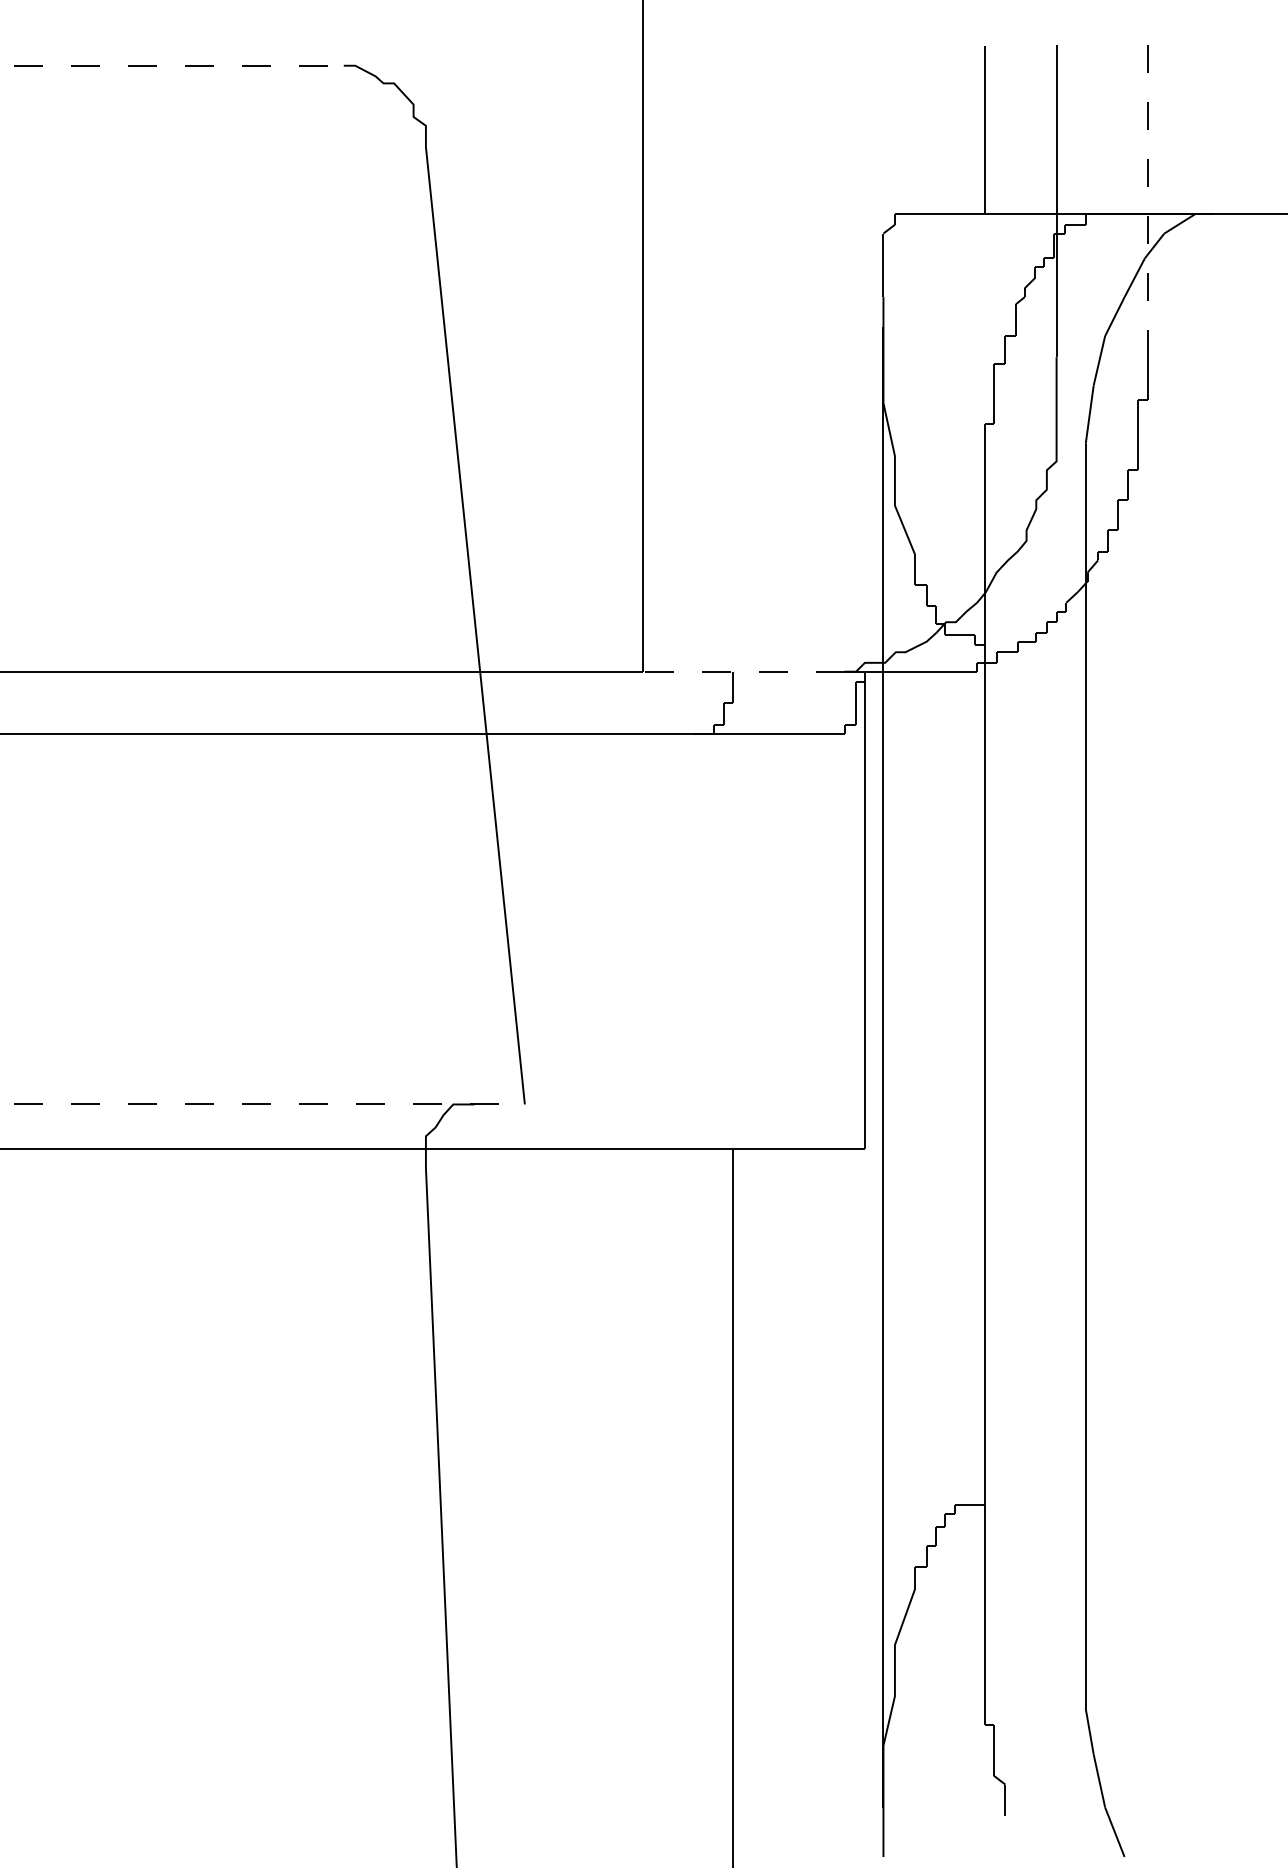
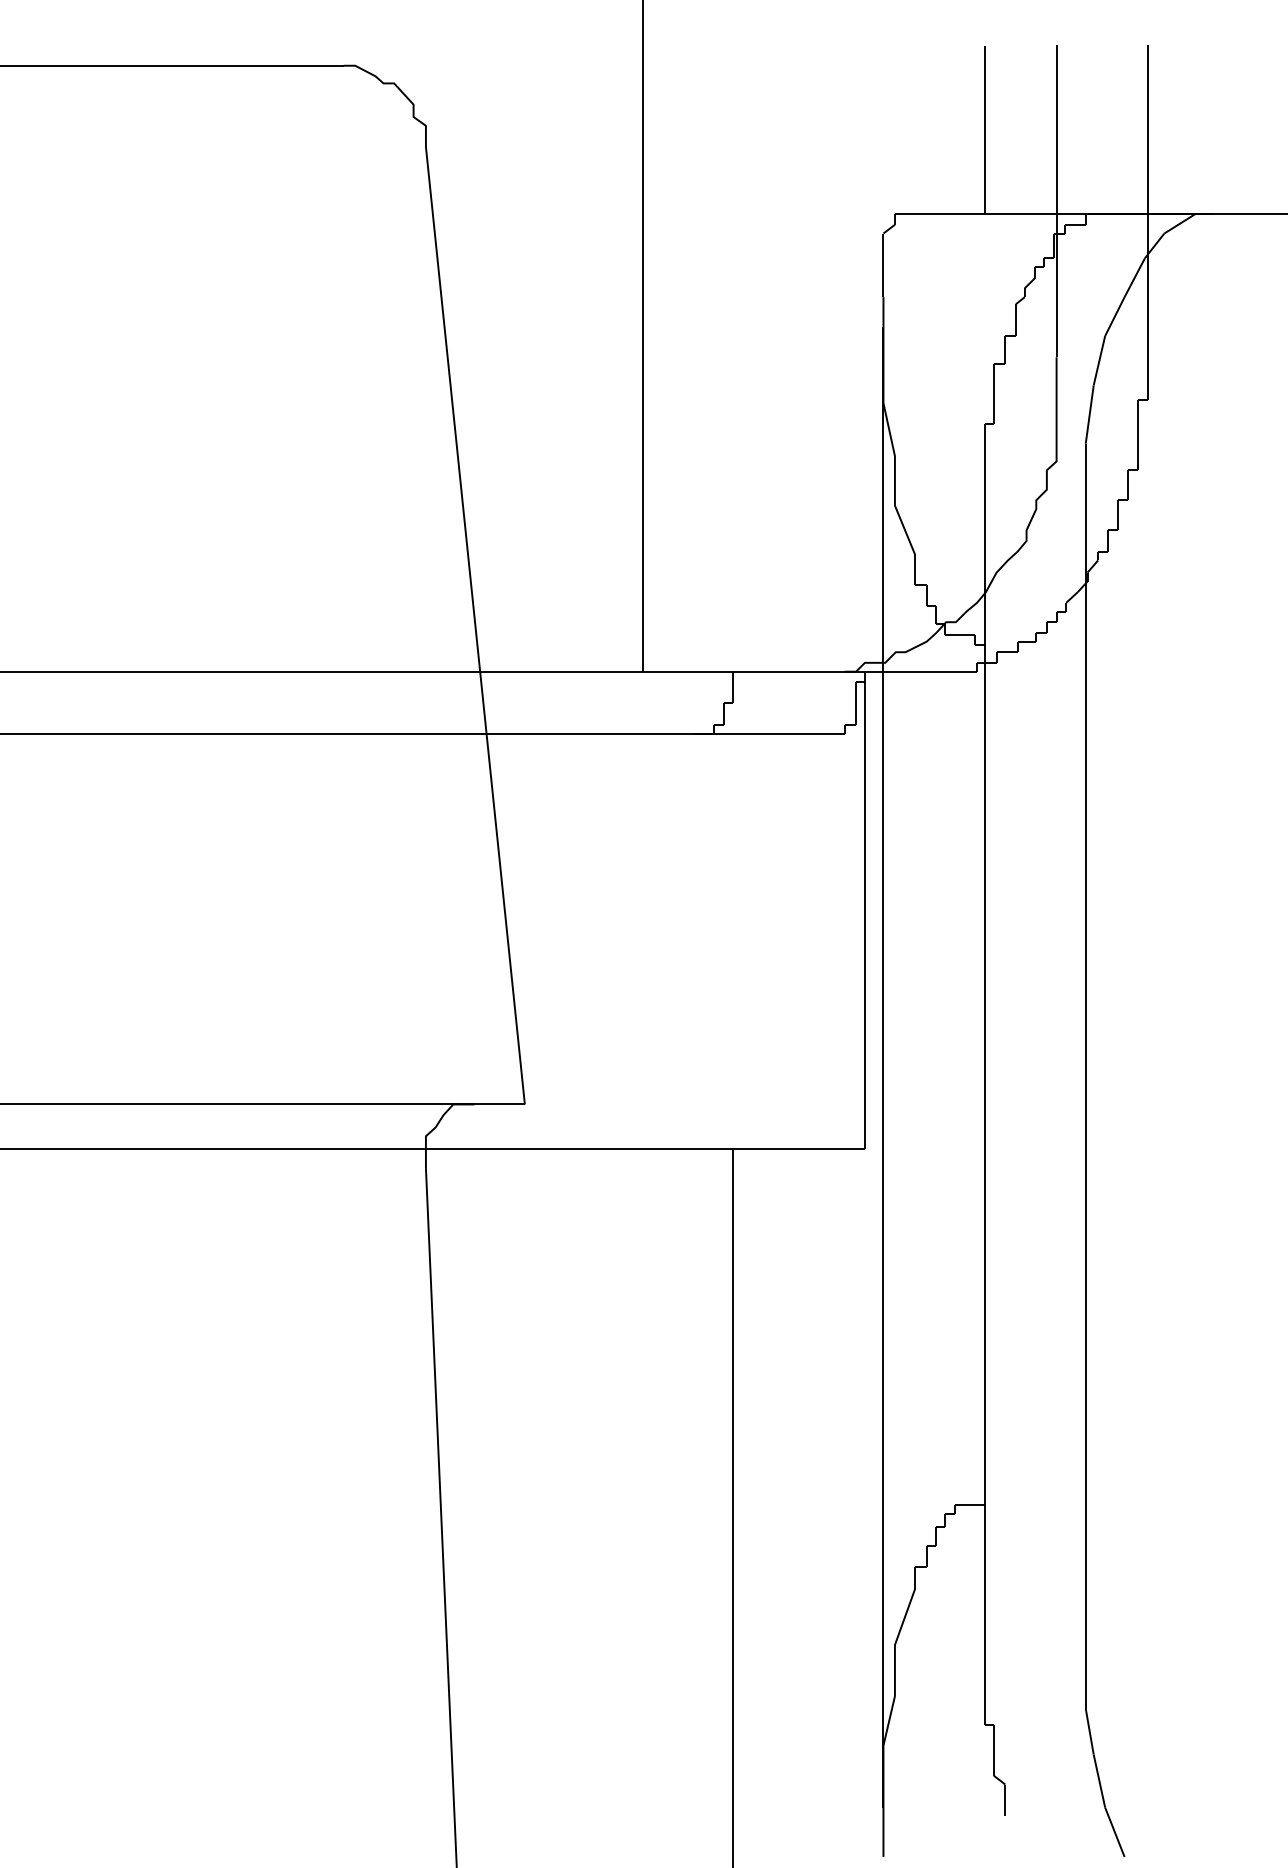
line at (172, 65): dashed -> solid
line at (1148, 201): dashed -> solid
line at (743, 671): dashed -> solid
line at (262, 1104): dashed -> solid
